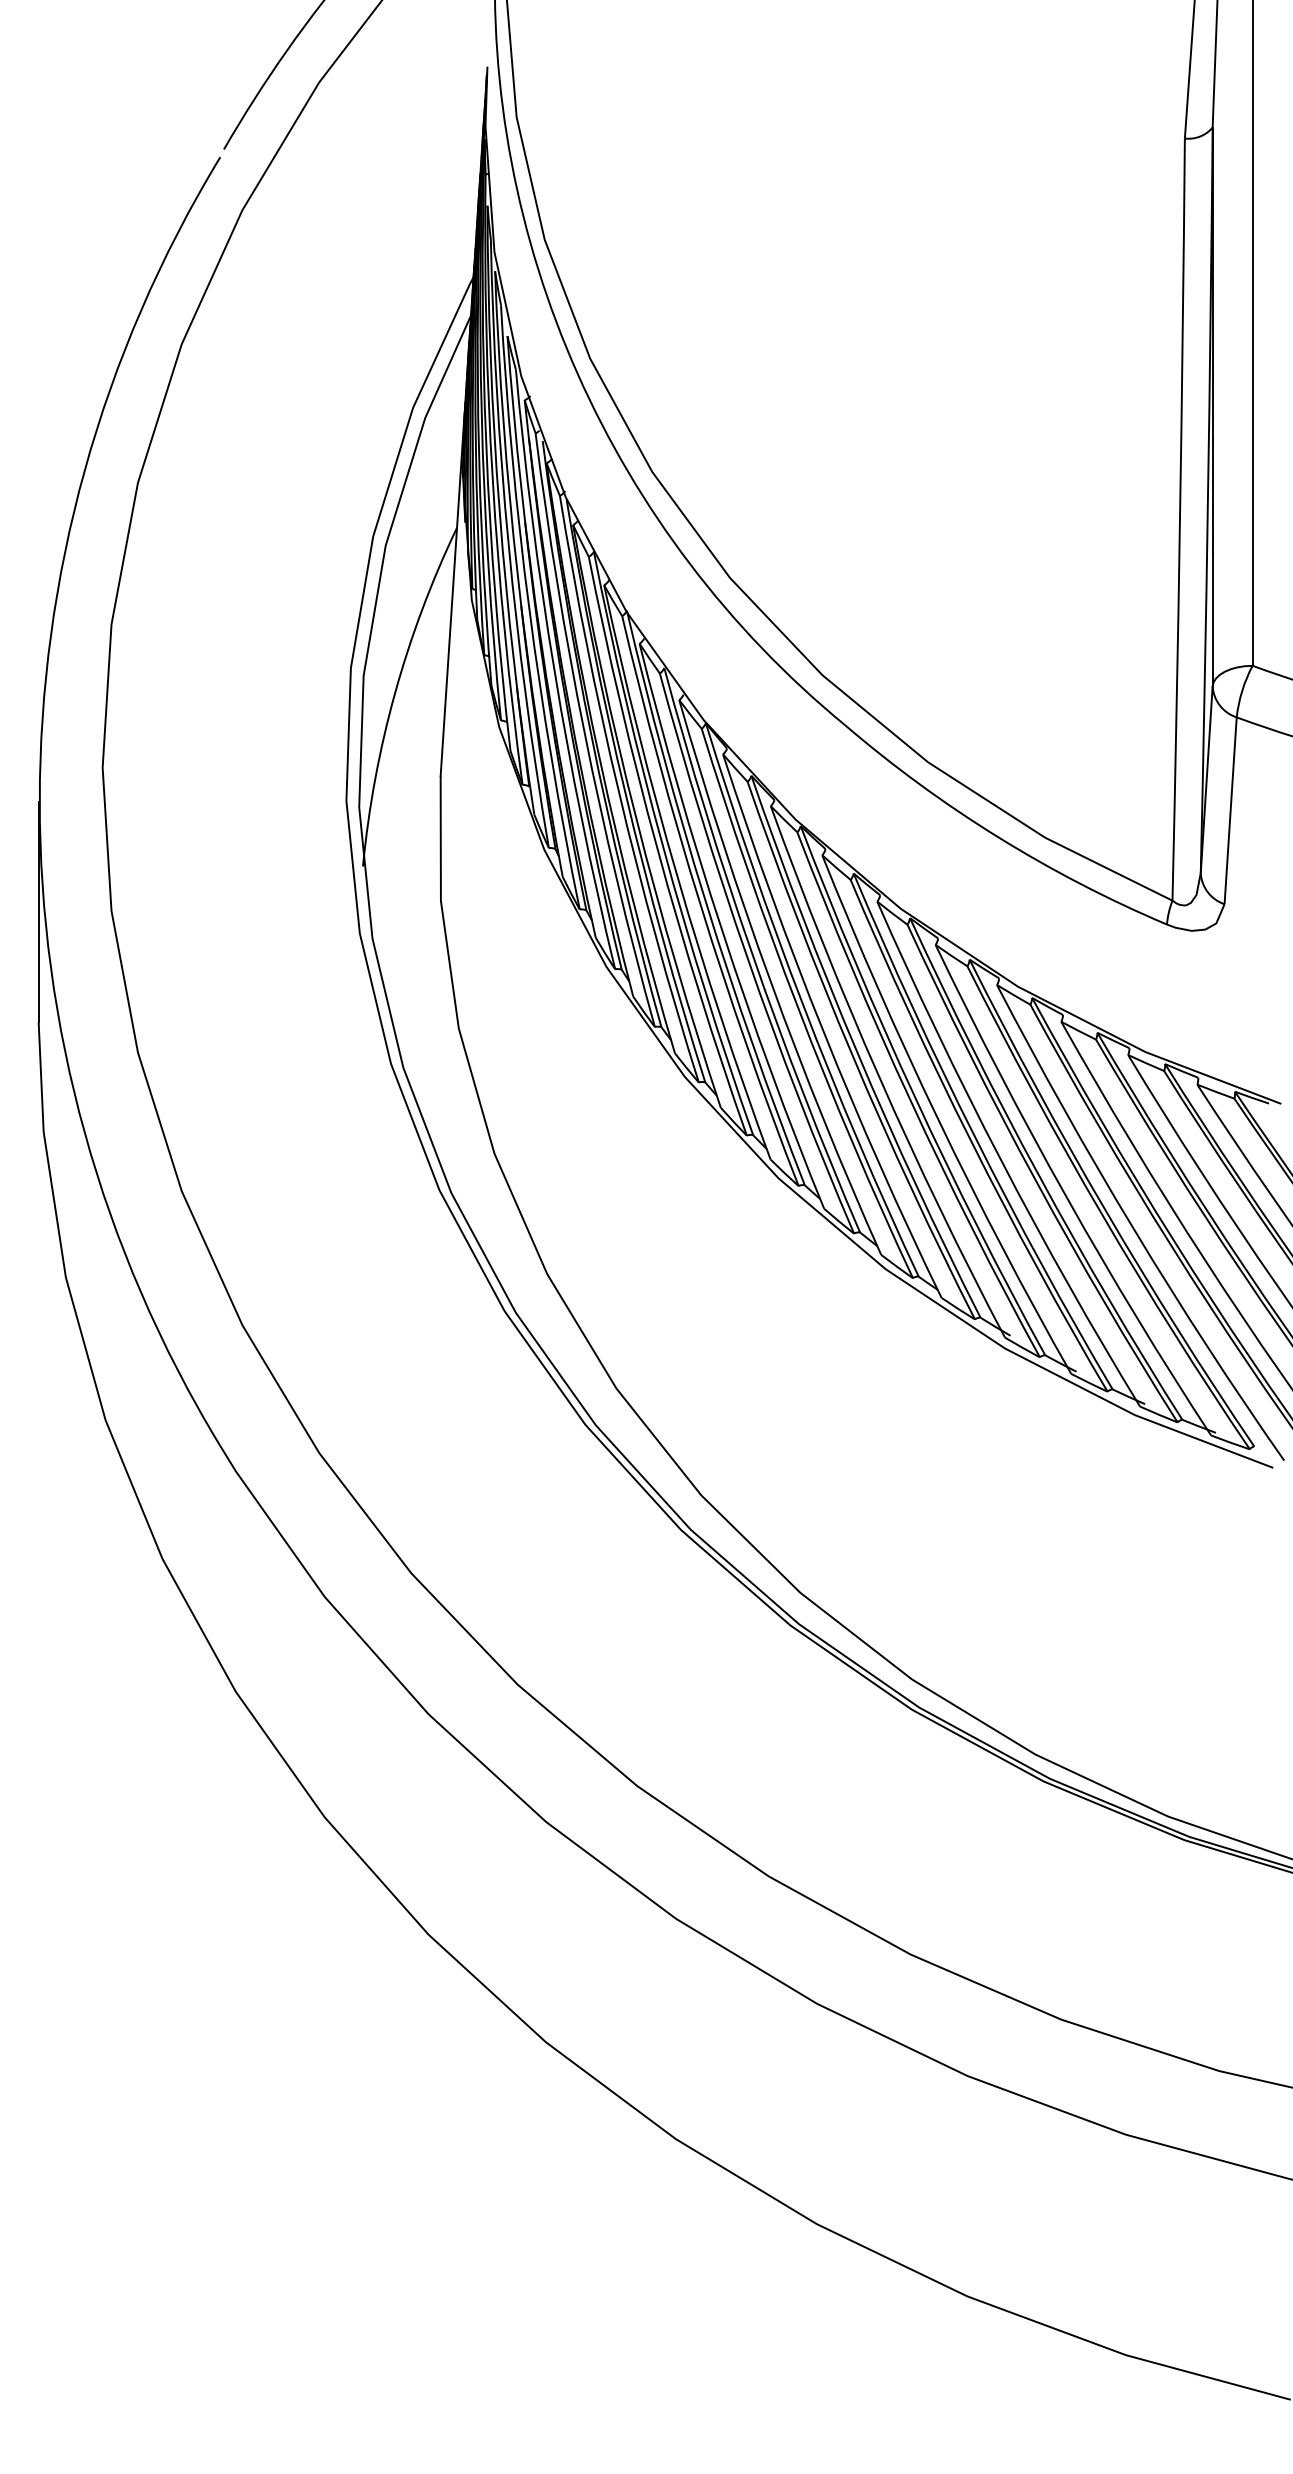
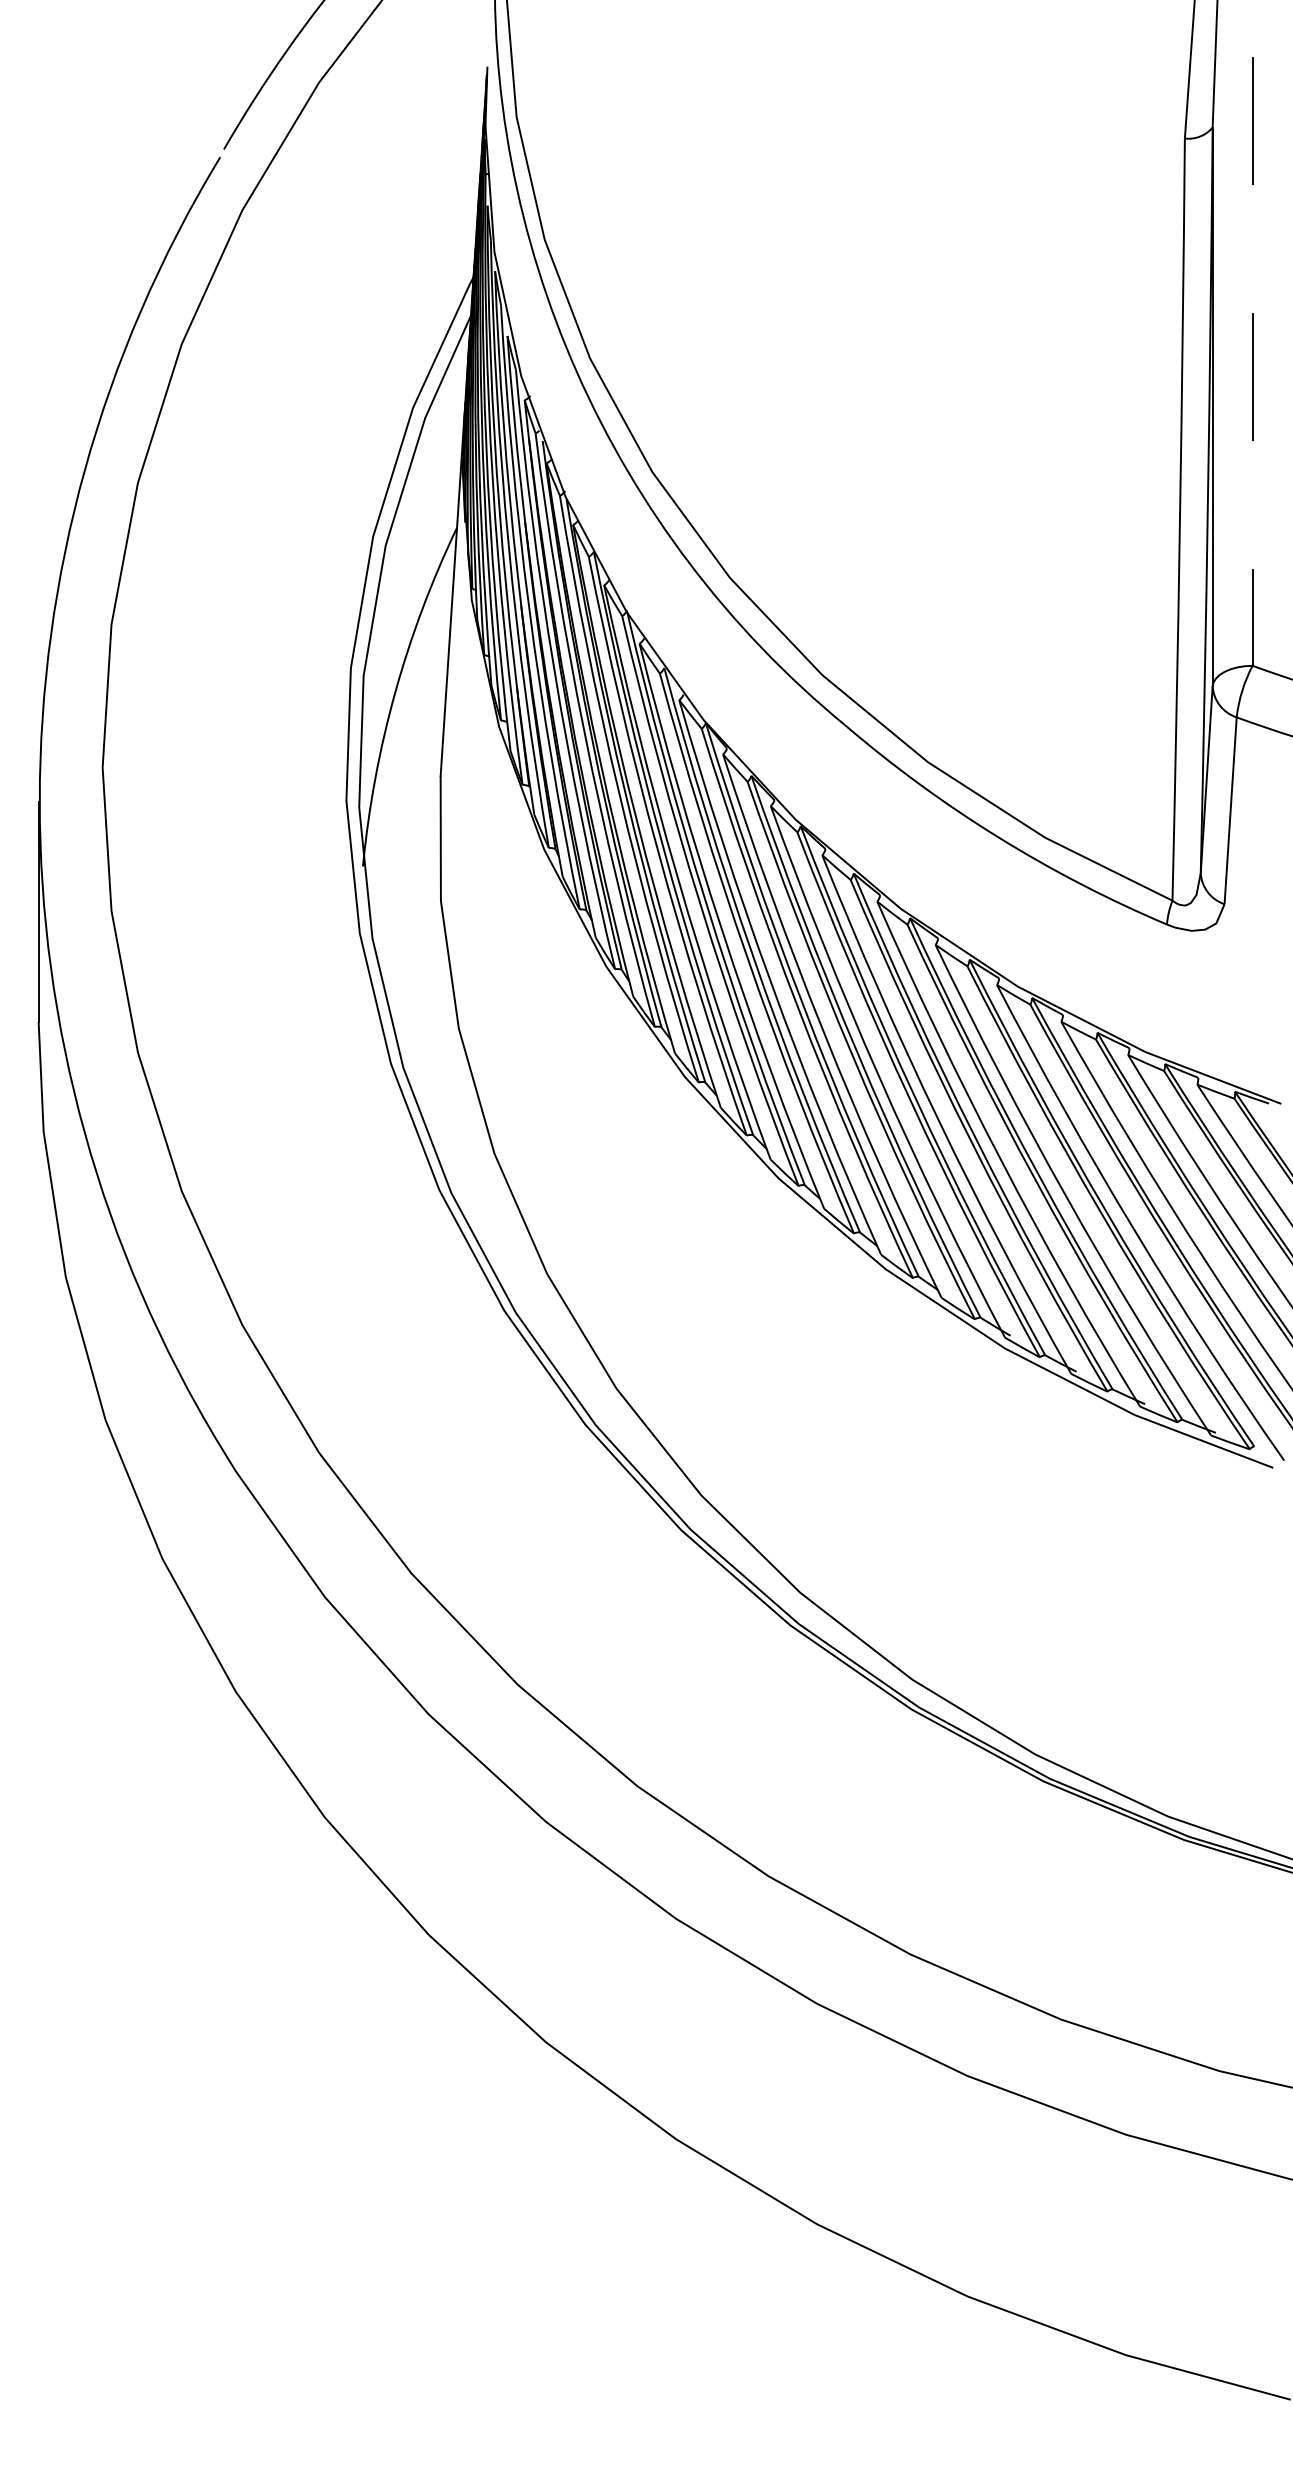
line at (1252, 333): solid -> dashed
